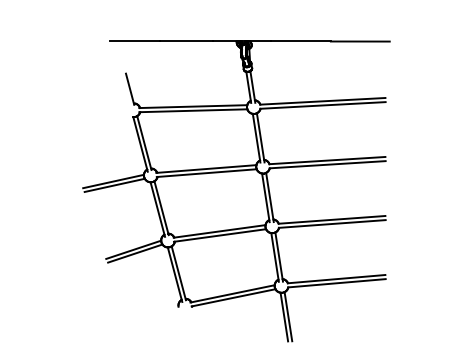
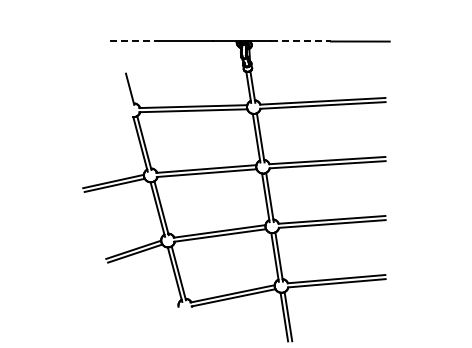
line at (134, 41): solid -> dashed
line at (300, 41): solid -> dashed
